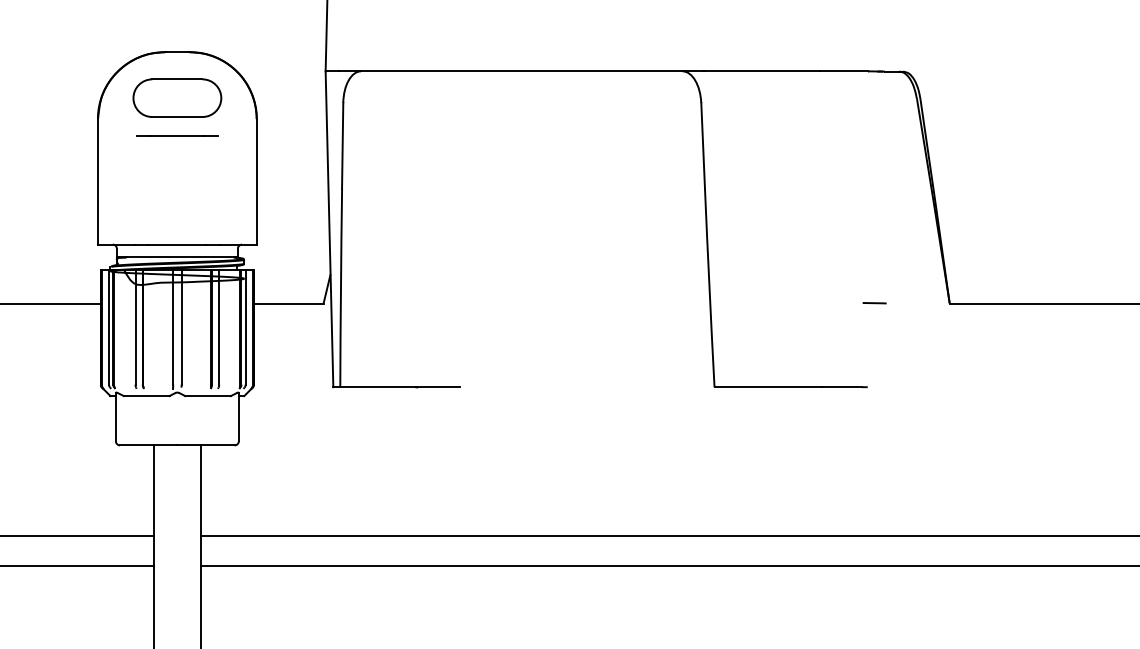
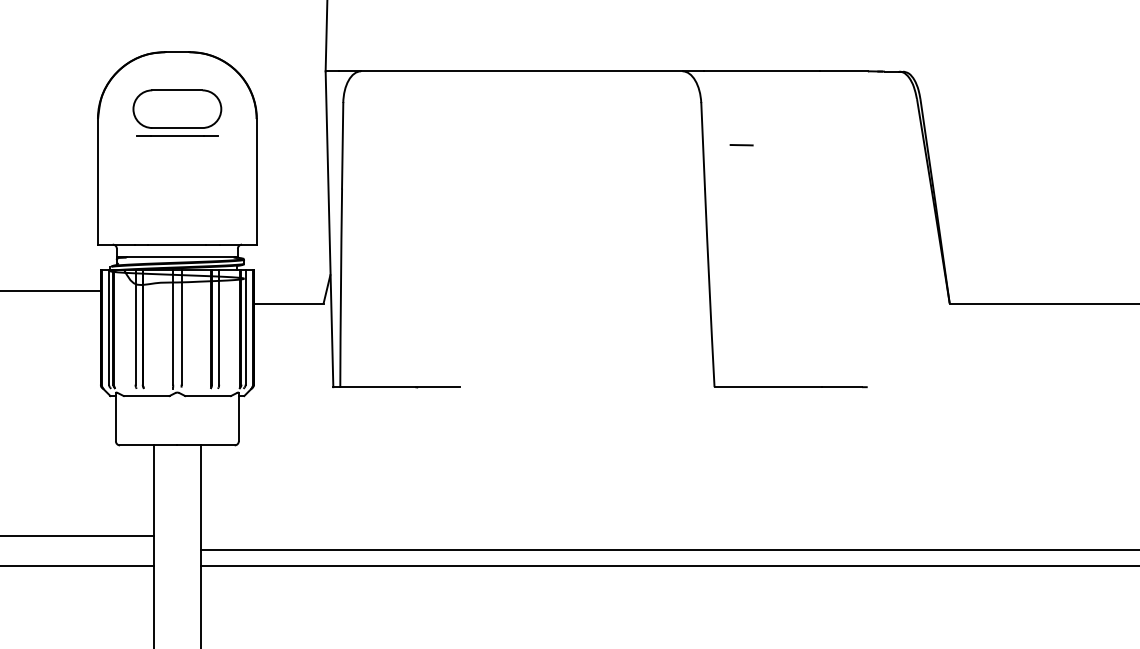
part at (177, 97) position: (177, 97) -> (177, 108)
line at (51, 303) position: (51, 303) -> (51, 290)
line at (874, 303) position: (874, 303) -> (741, 145)
line at (668, 536) position: (668, 536) -> (668, 550)
